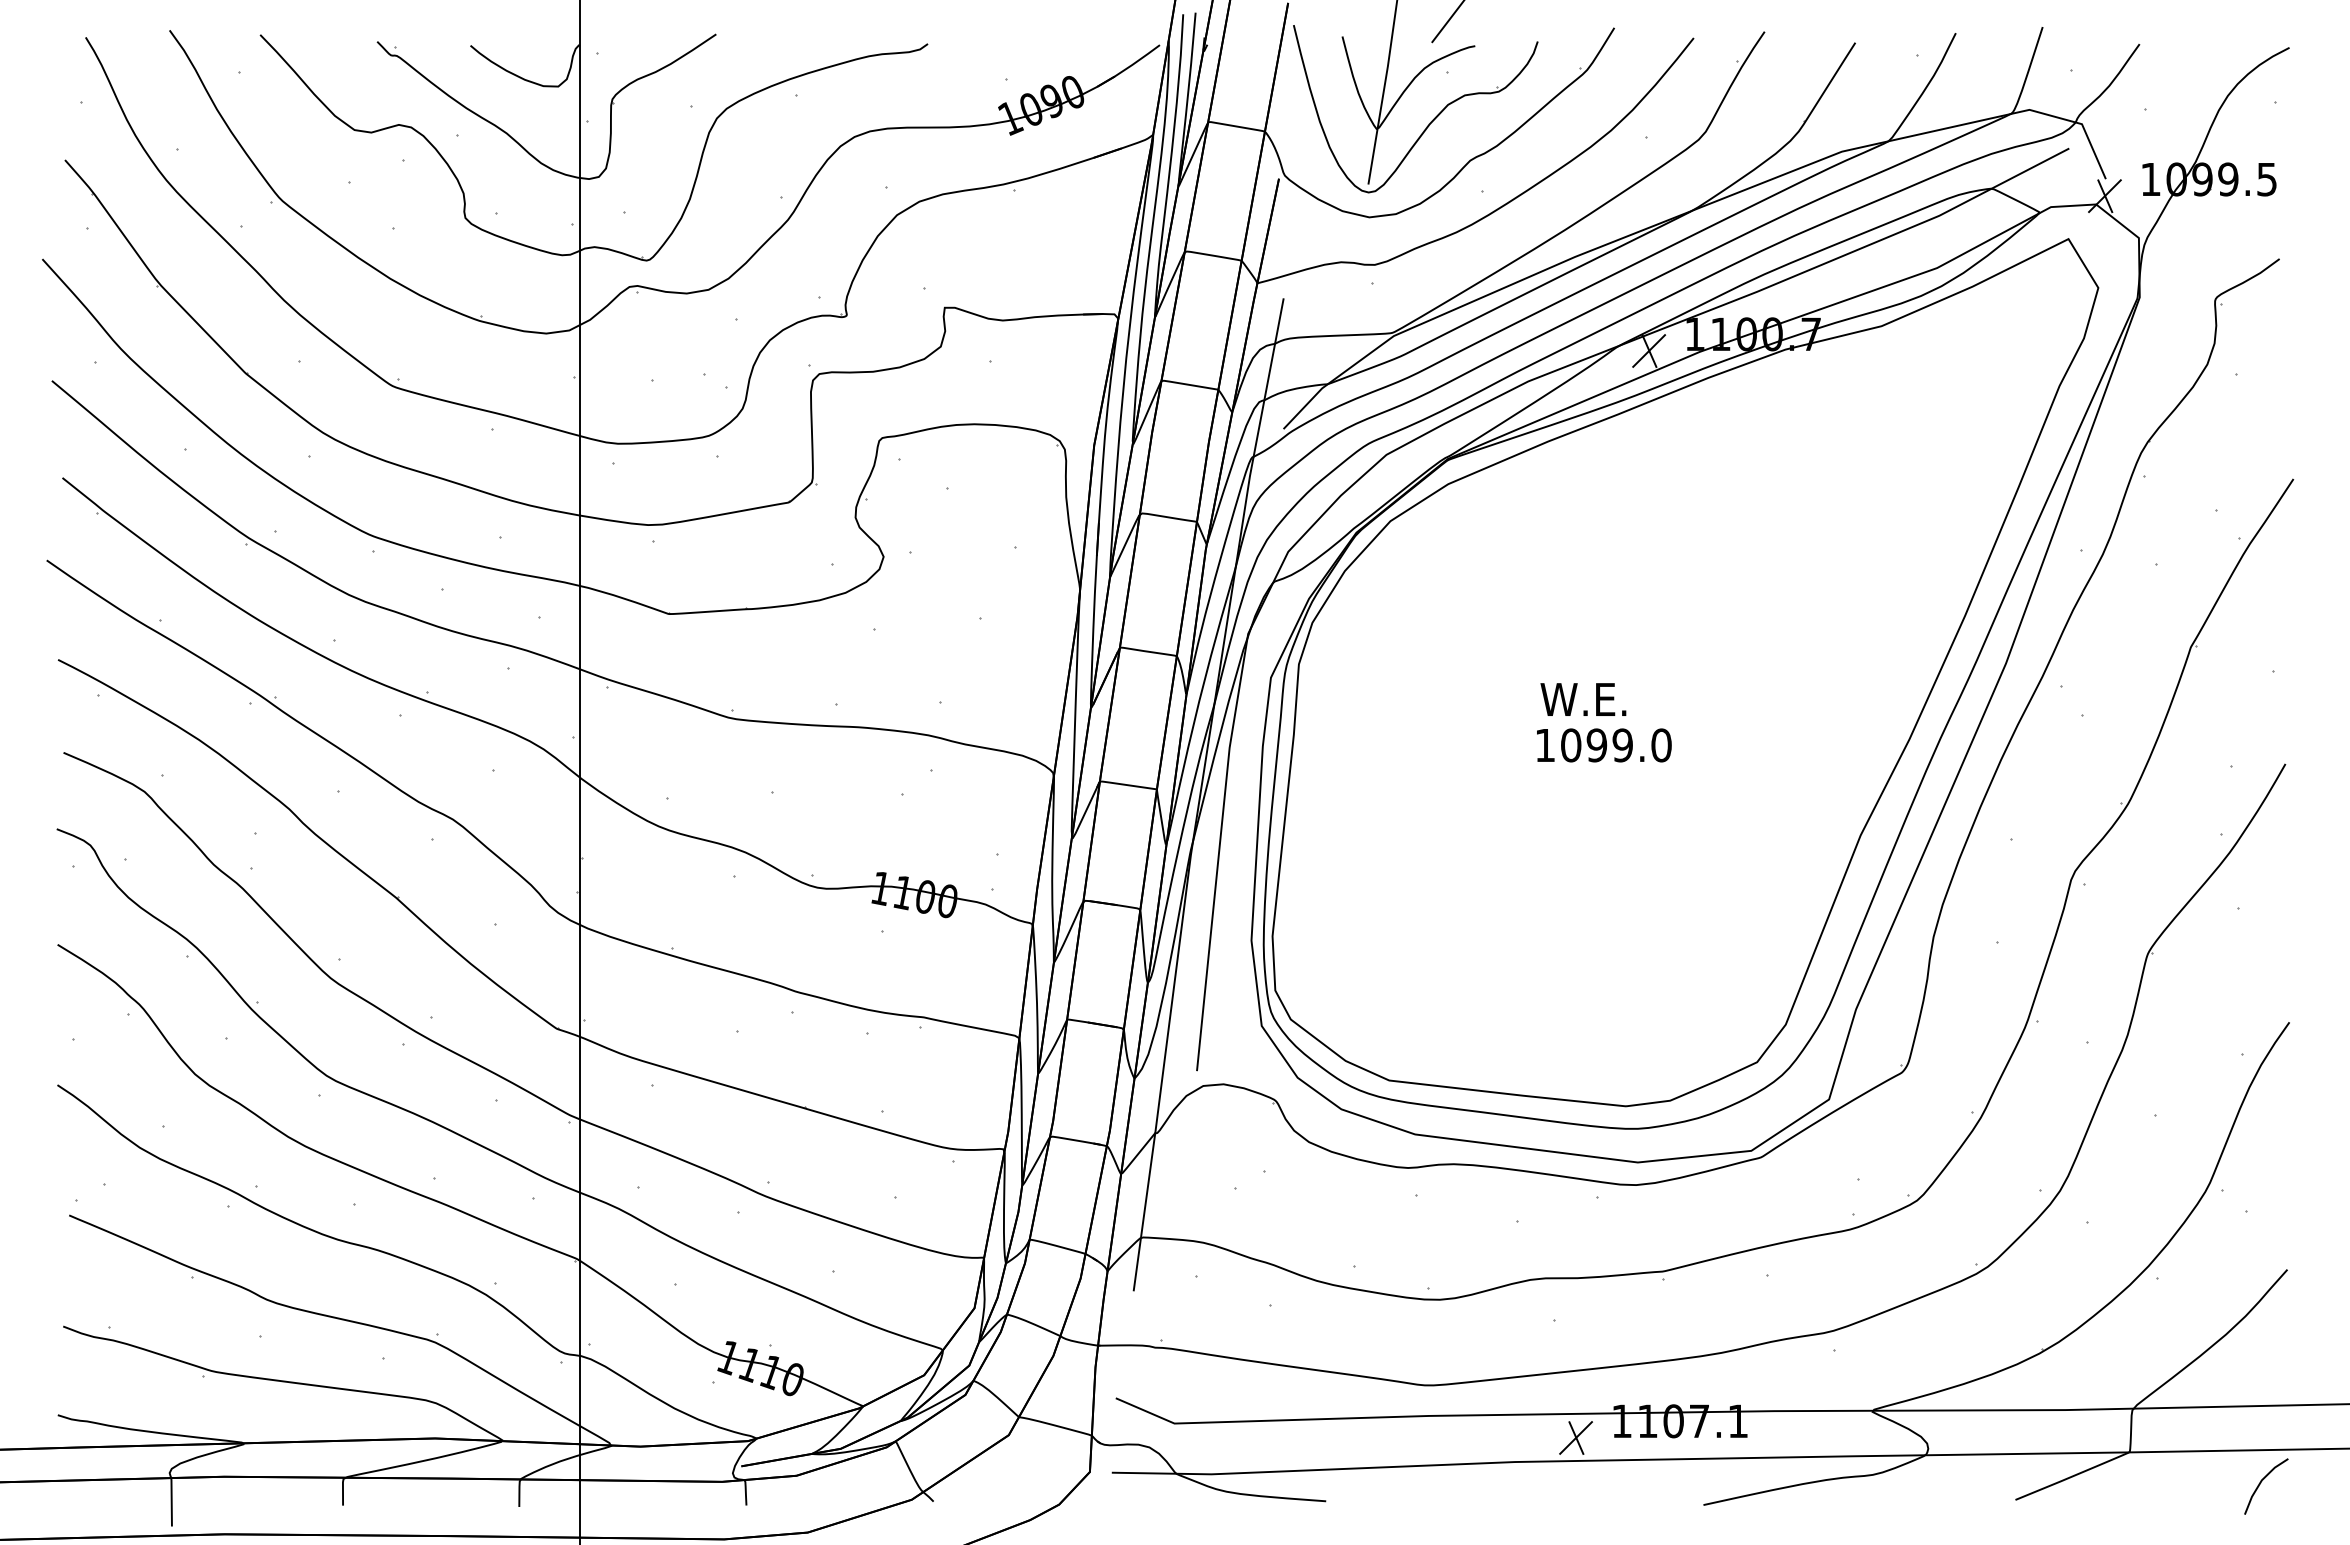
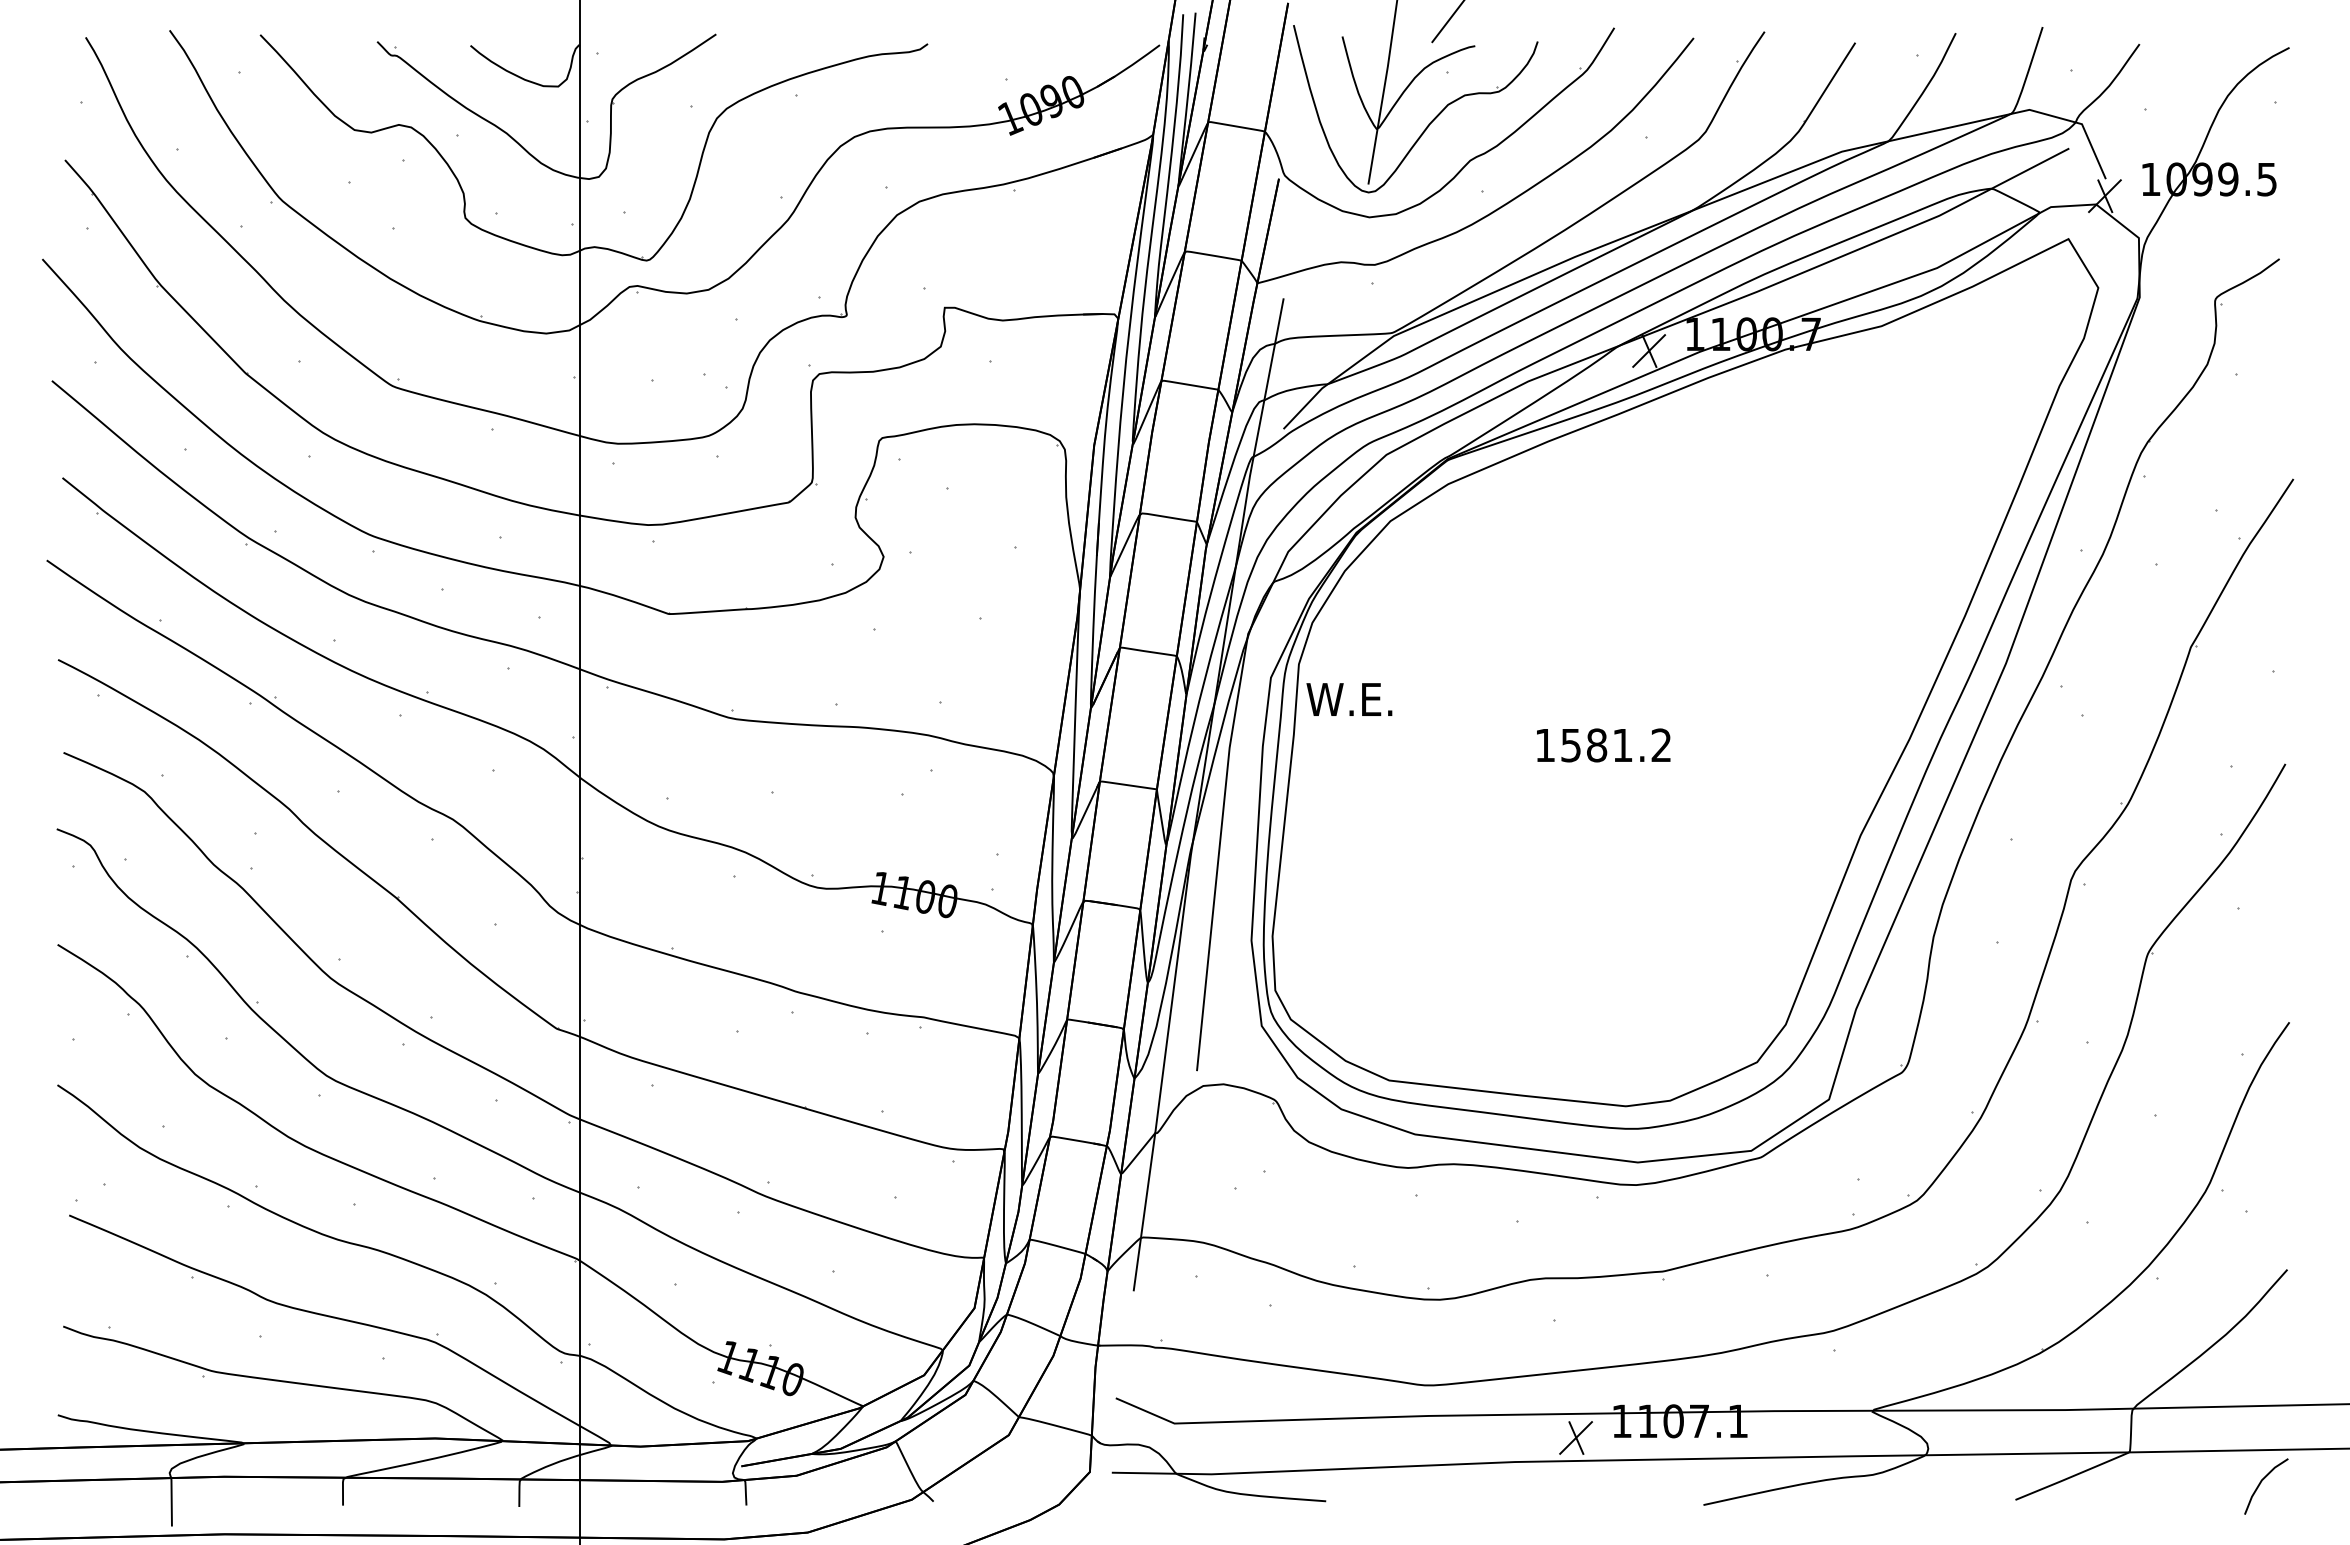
text at (1583, 699) position: (1583, 699) -> (1349, 699)
text at (1616, 745): 1099.0 -> 1581.2
